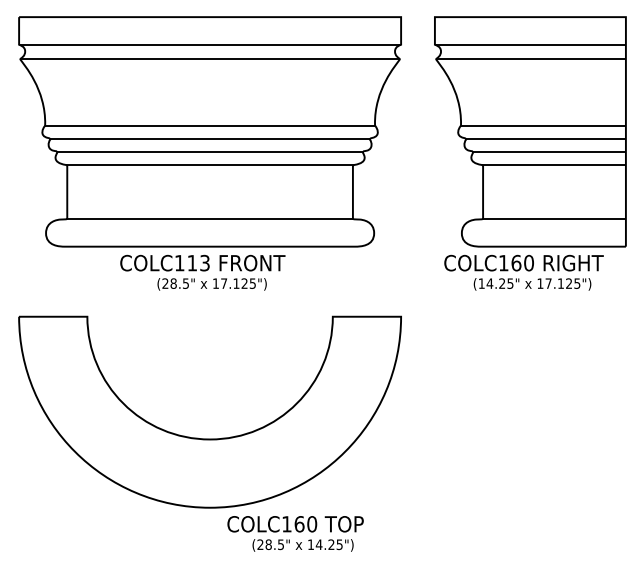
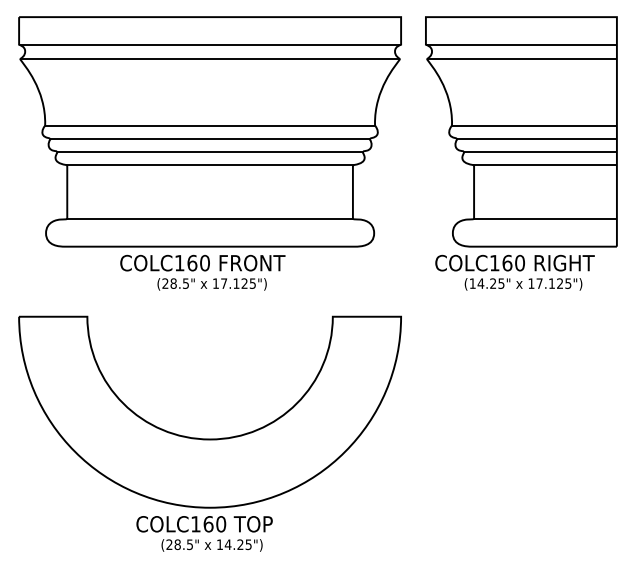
part at (530, 153) position: (530, 153) -> (521, 153)
text at (198, 262): COLC113 -> COLC160
text at (295, 533) position: (295, 533) -> (204, 533)
